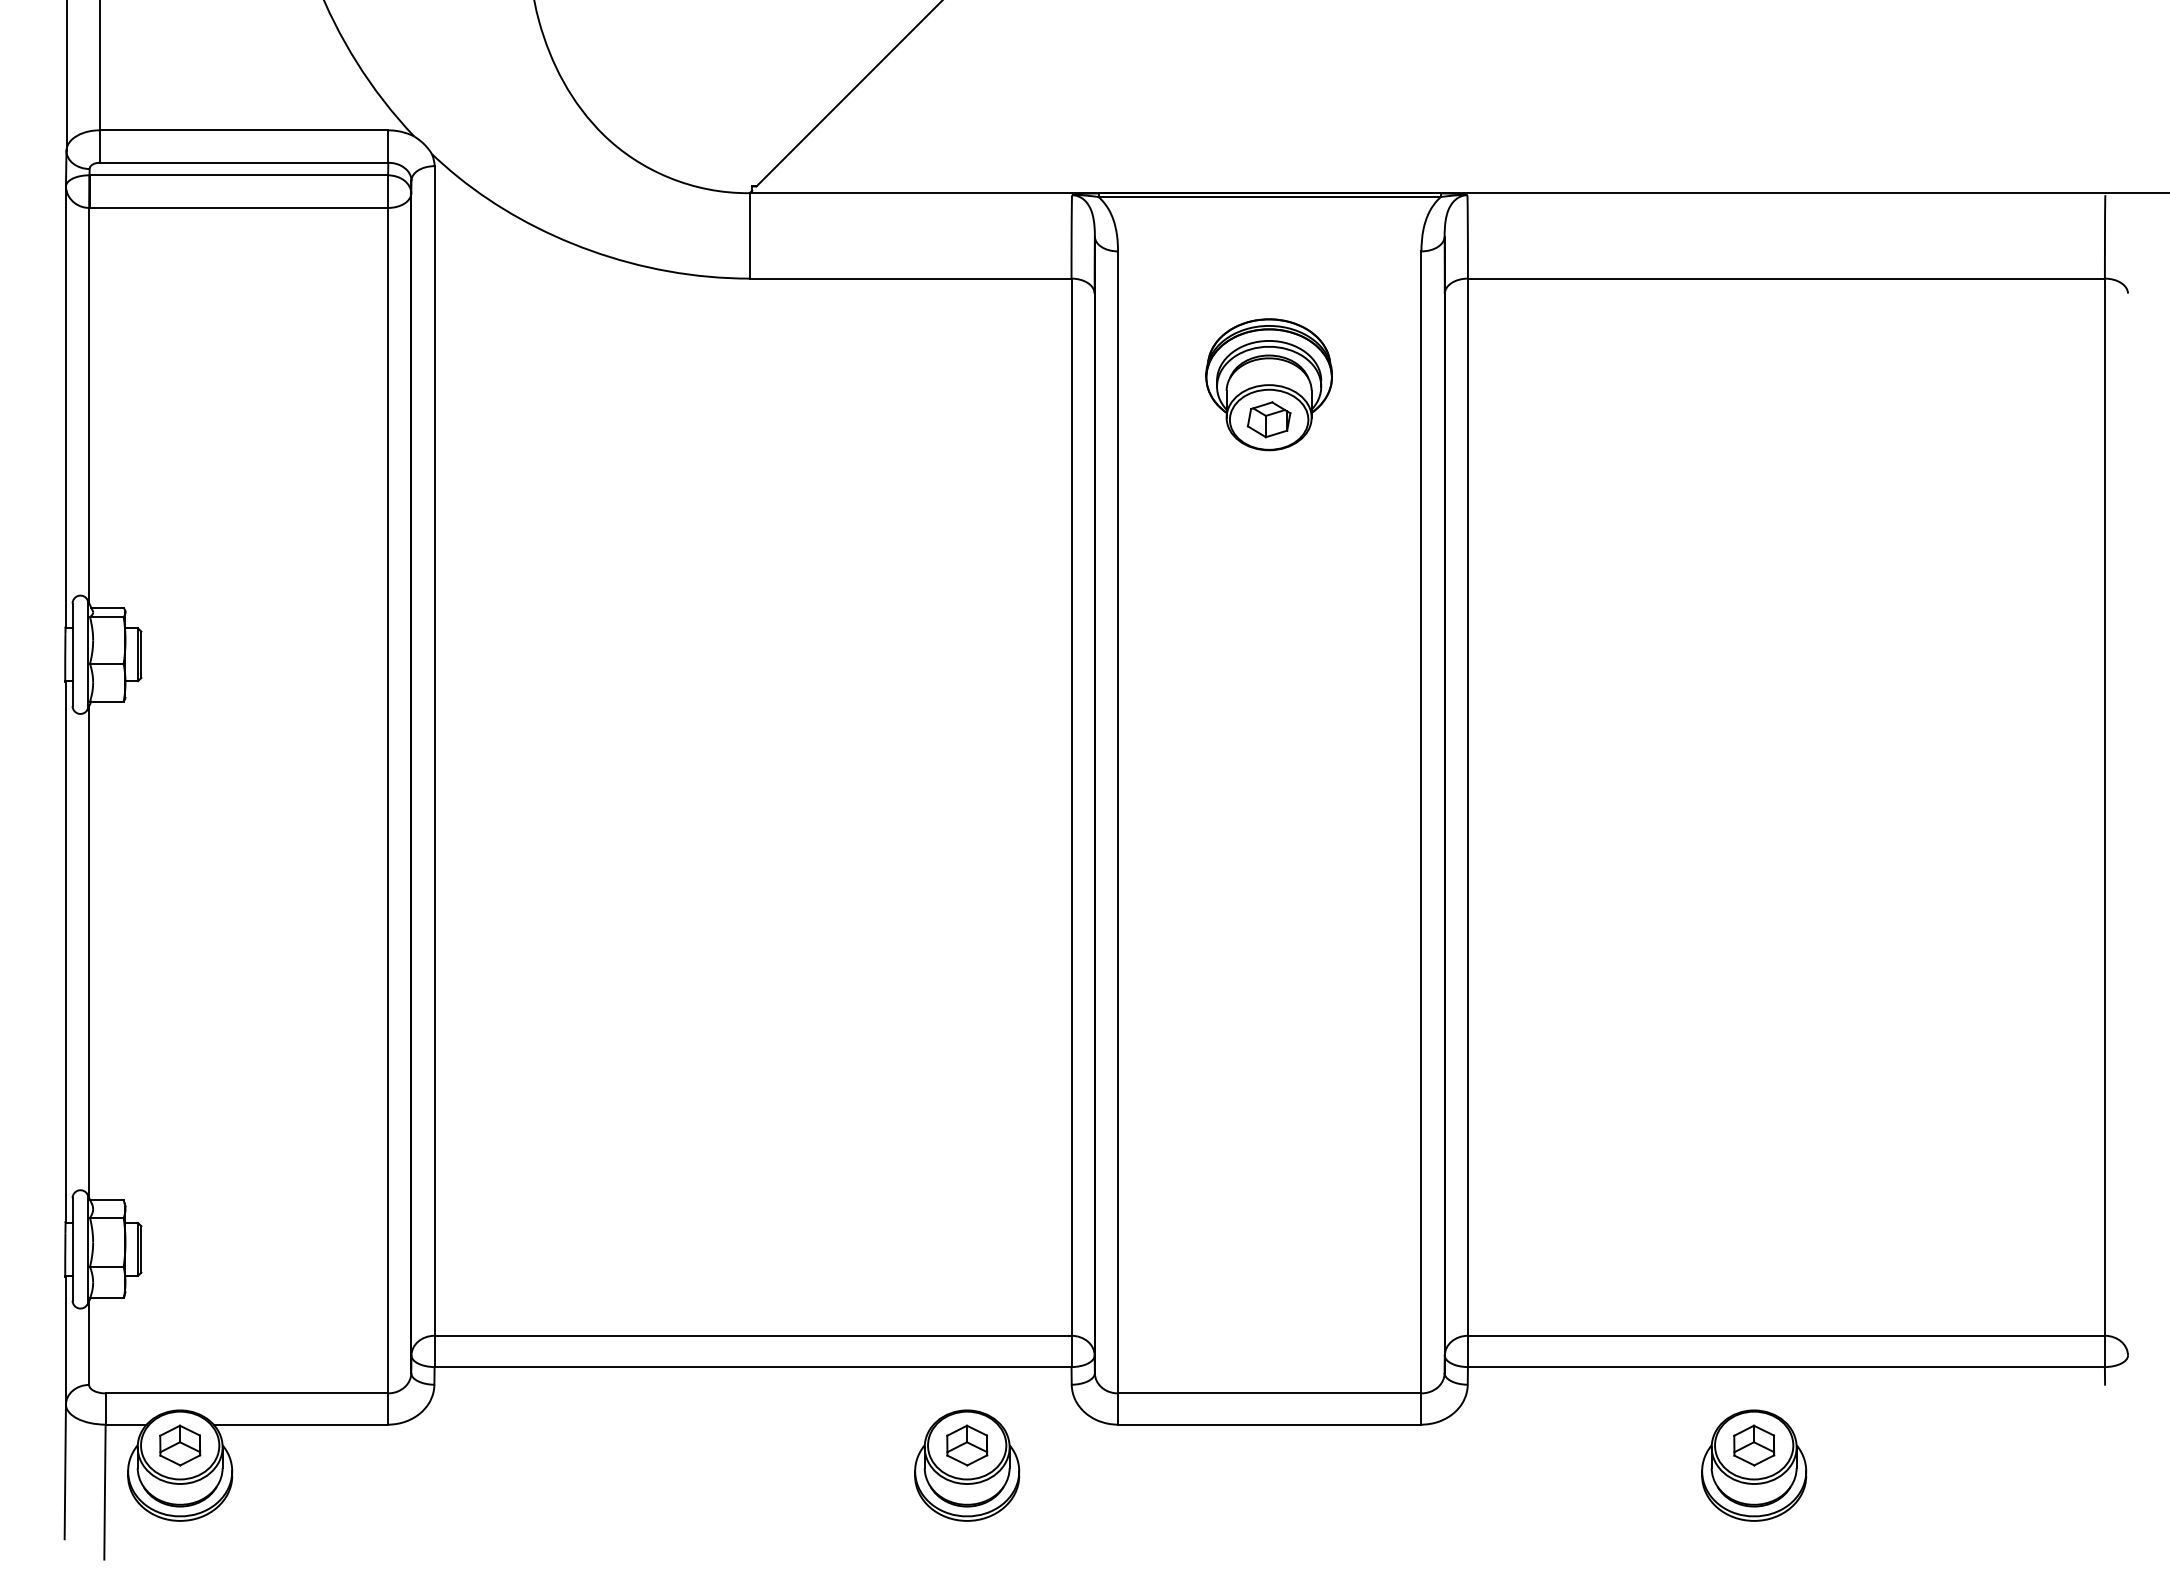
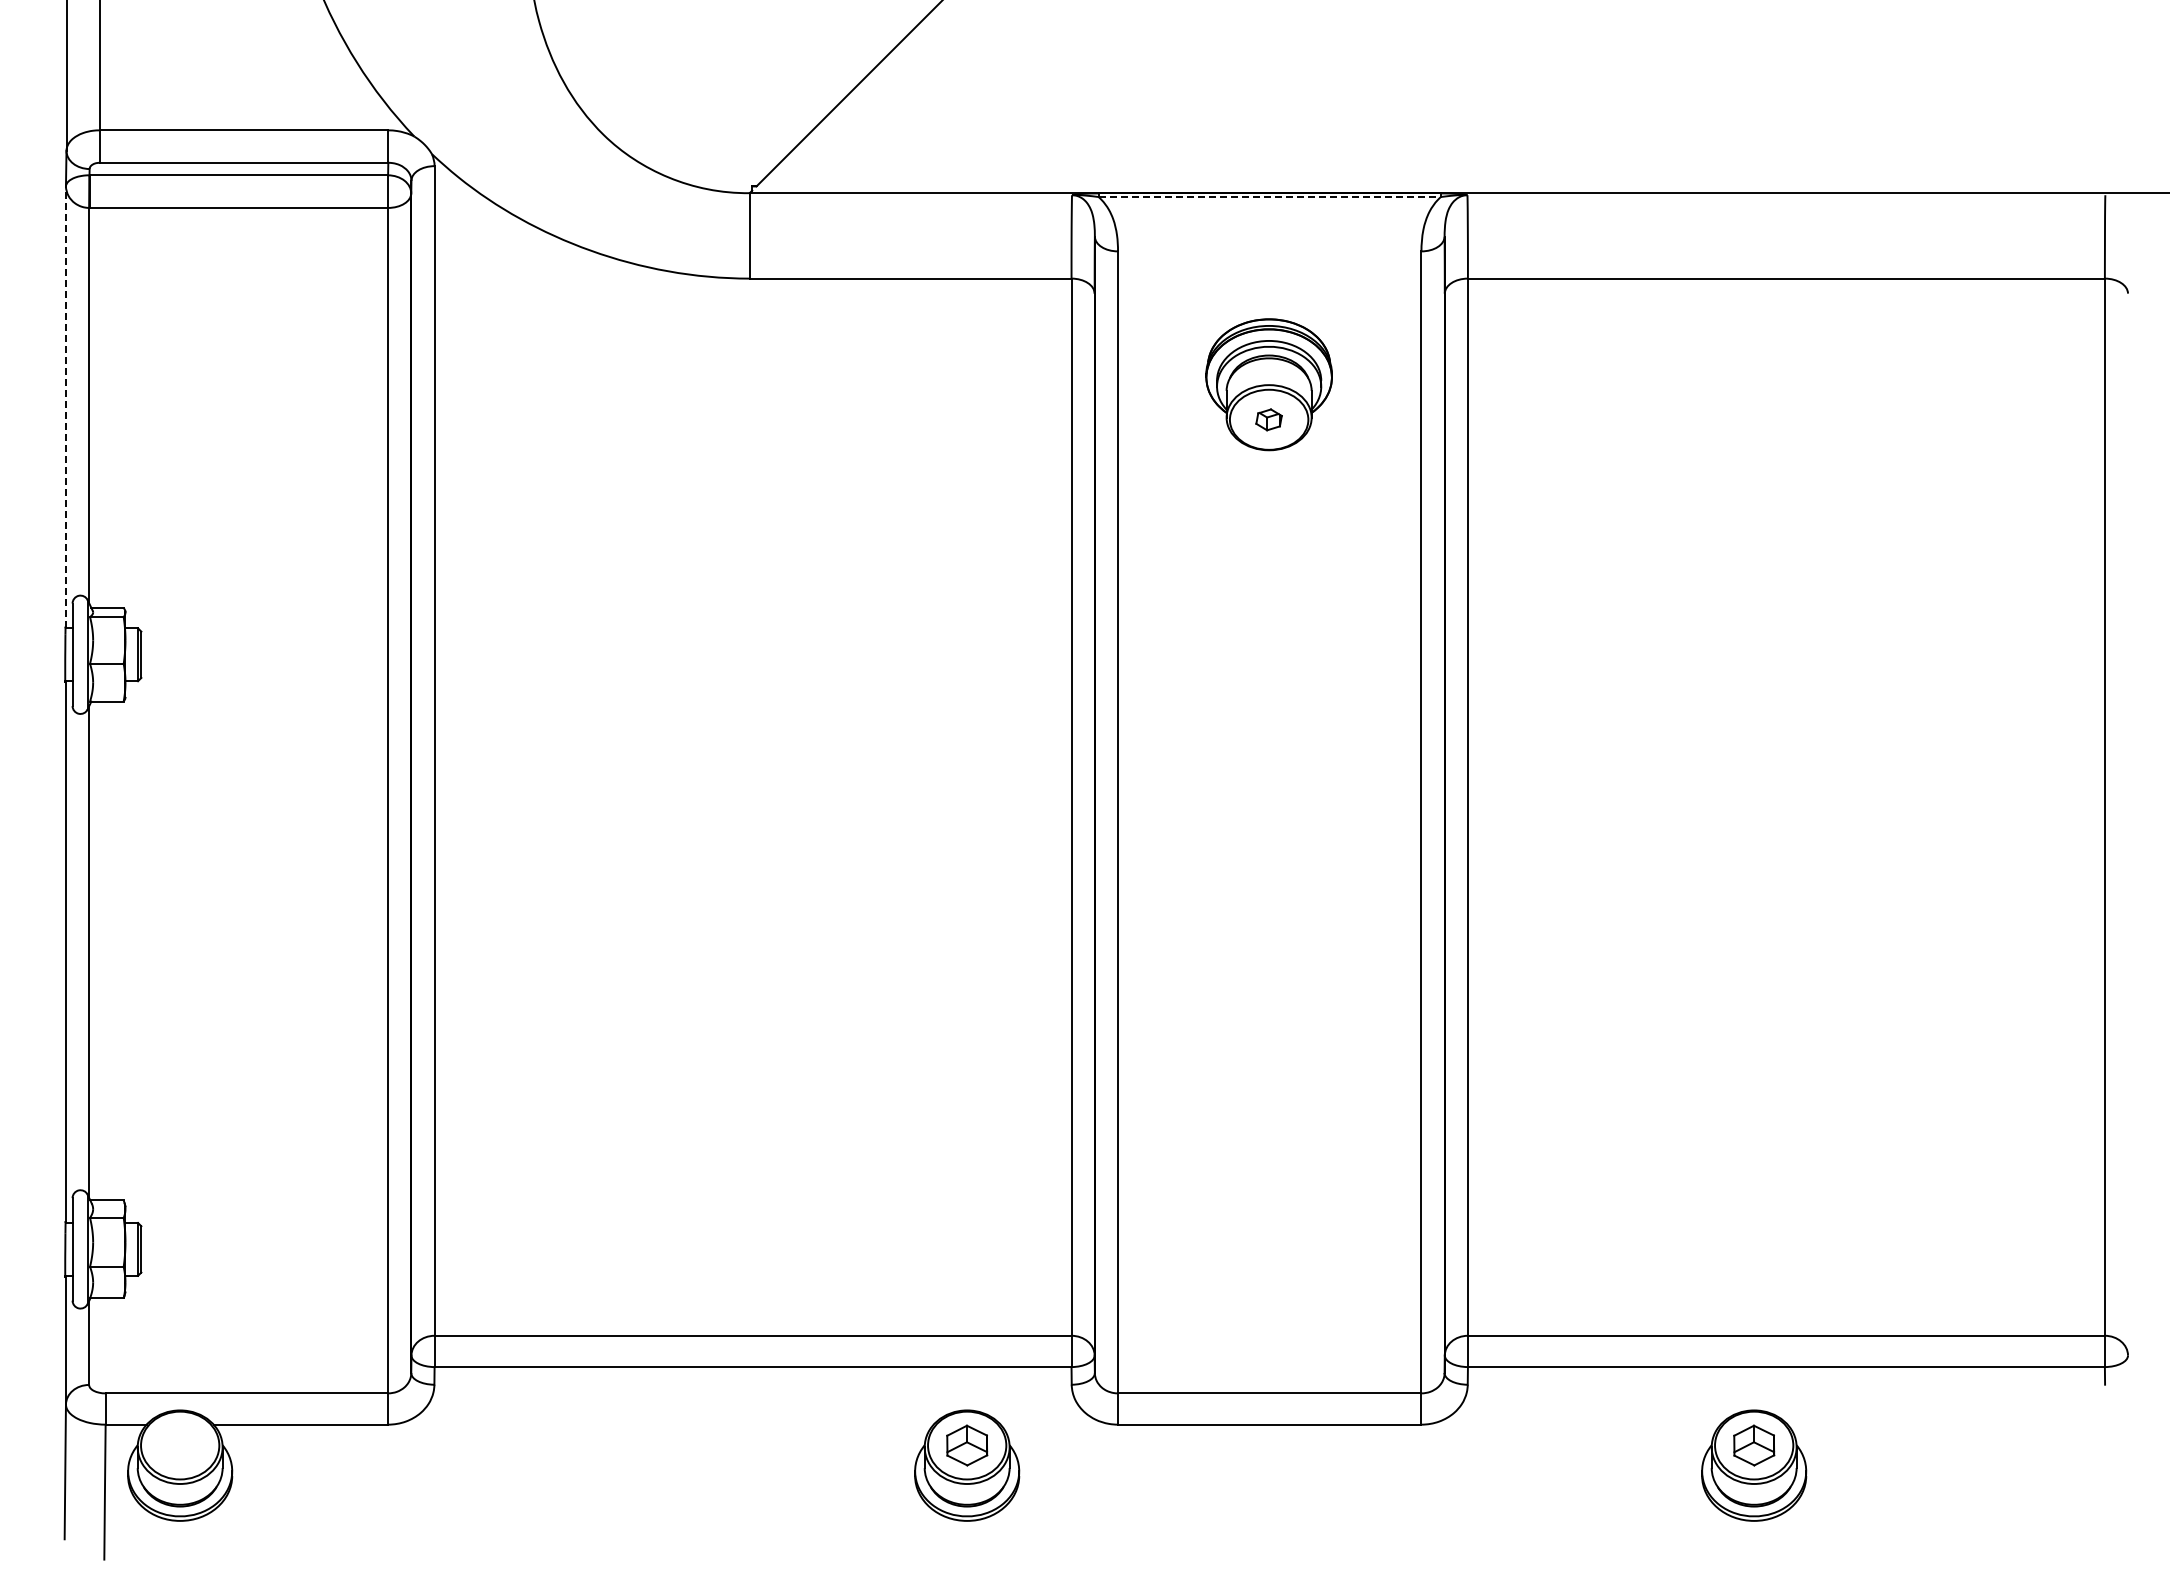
line at (1270, 197): solid -> dashed
line at (65, 406): solid -> dashed
part at (1268, 419) size: 46x38 px -> 28x24 px
part at (180, 1445): present -> none
